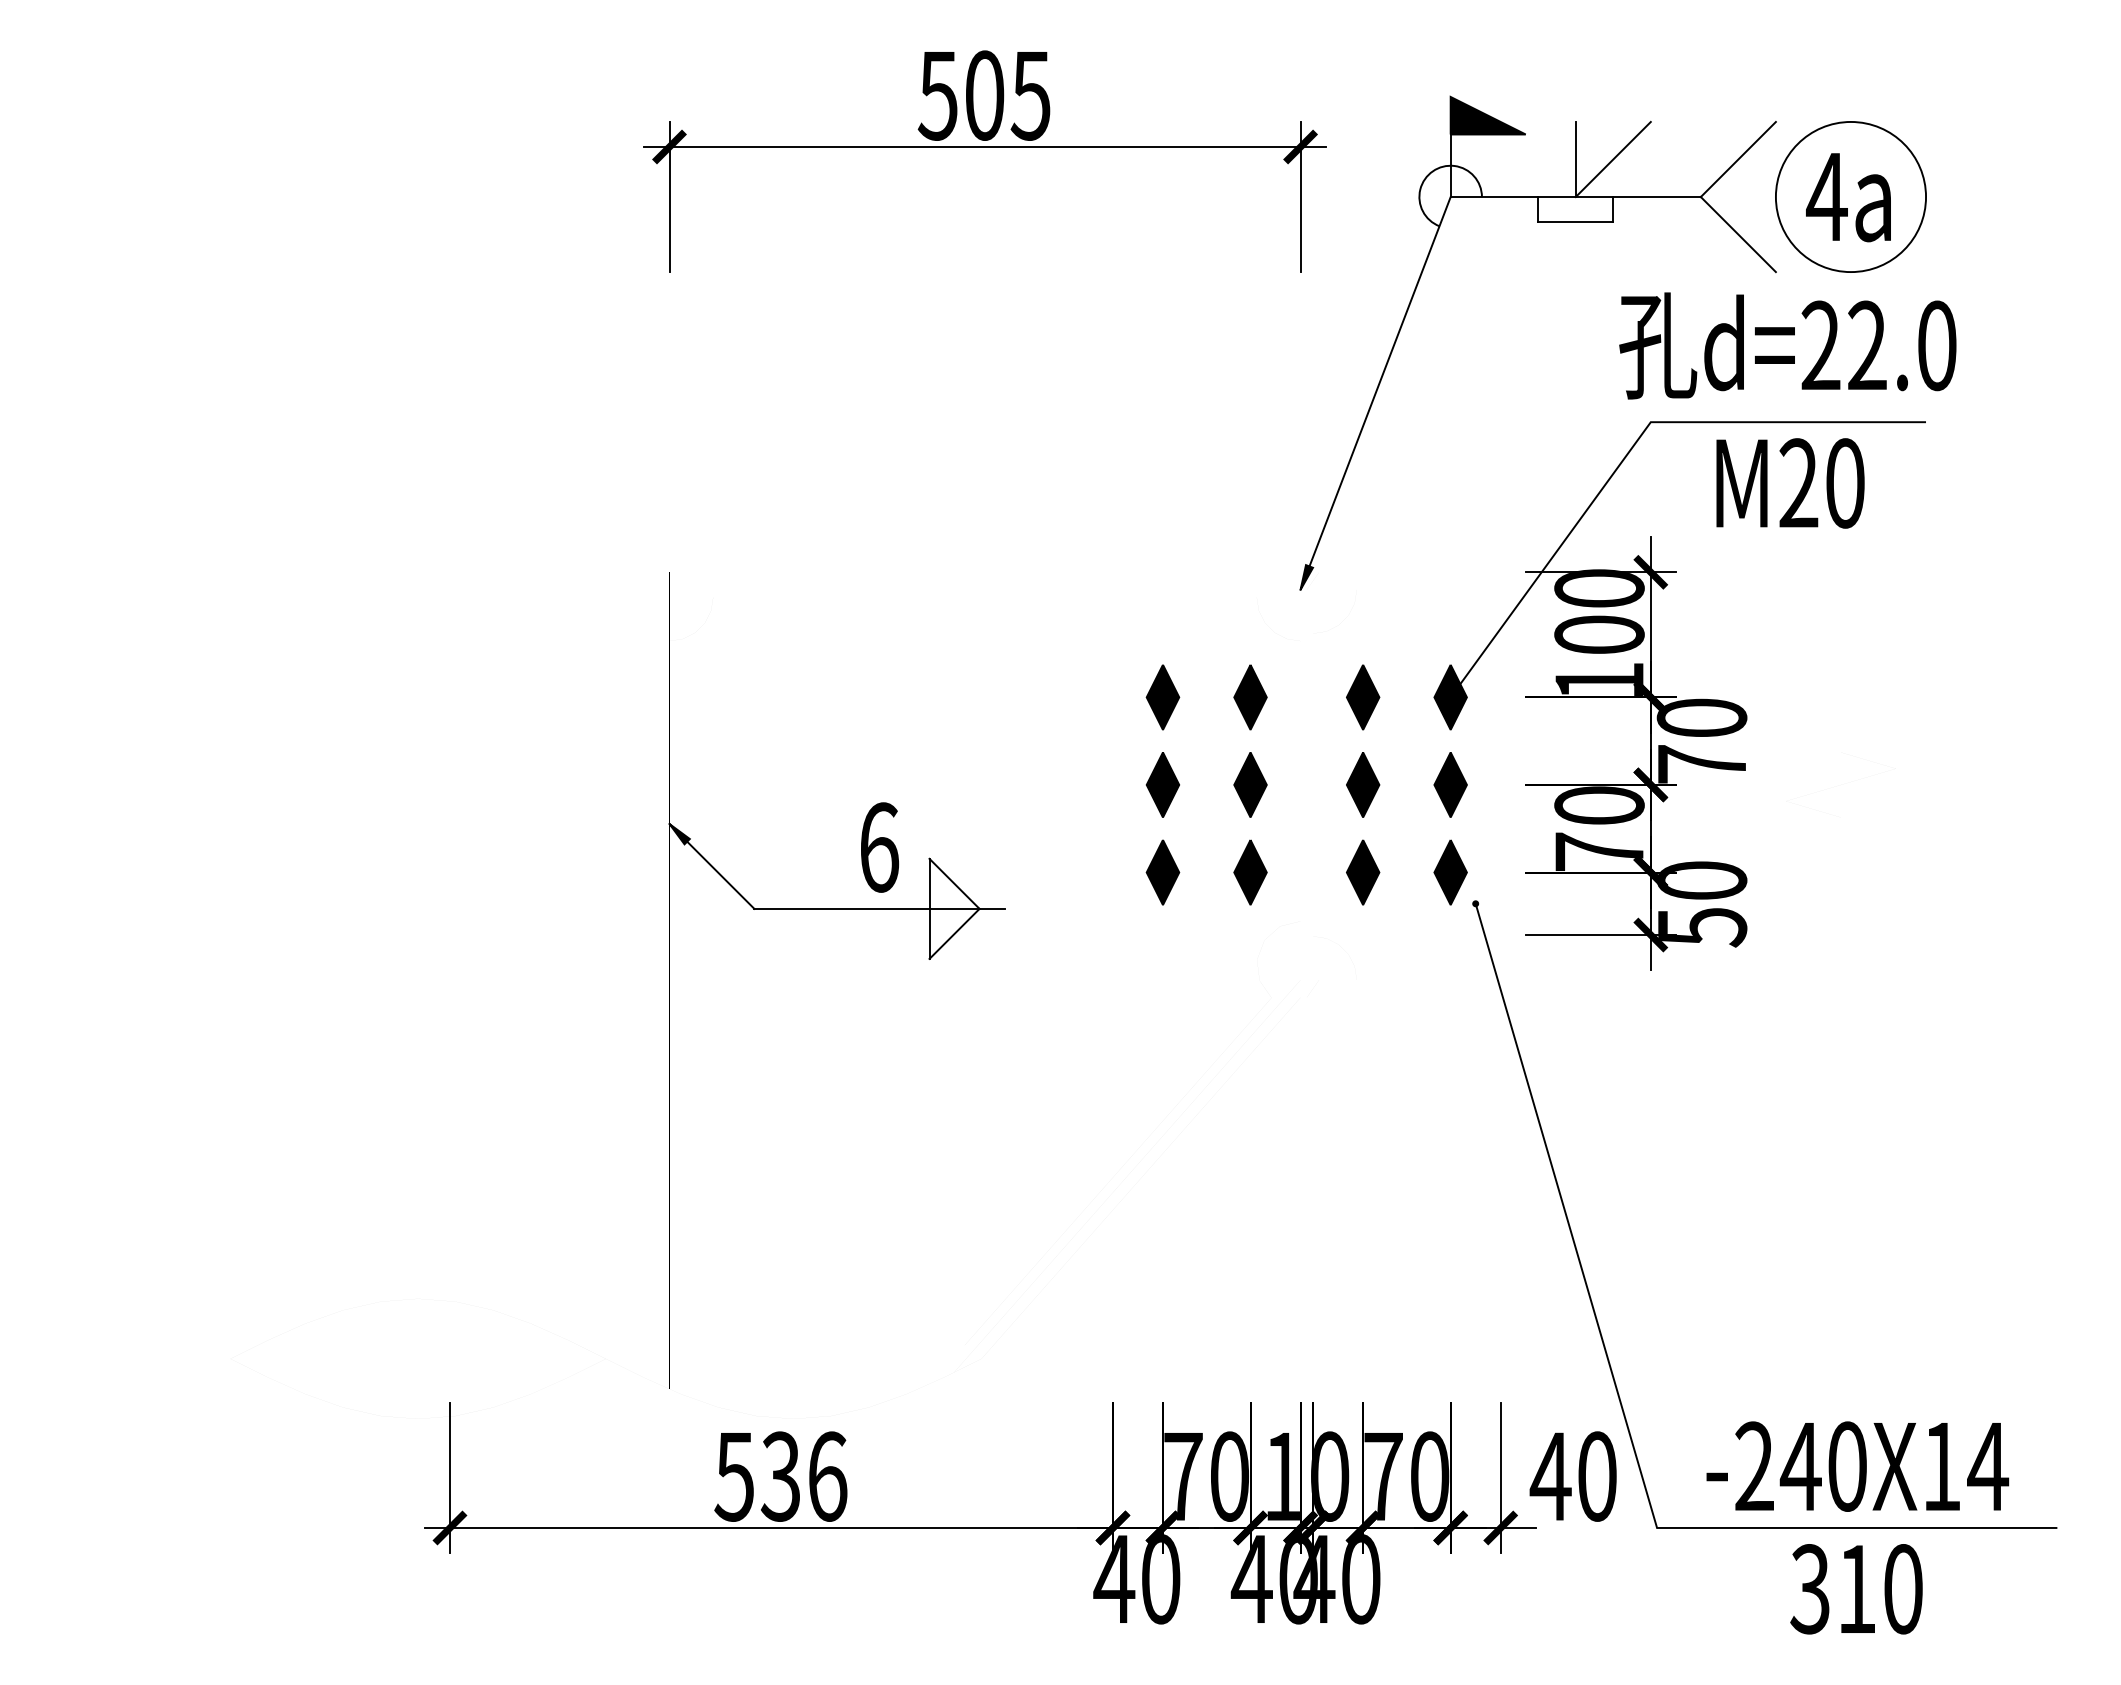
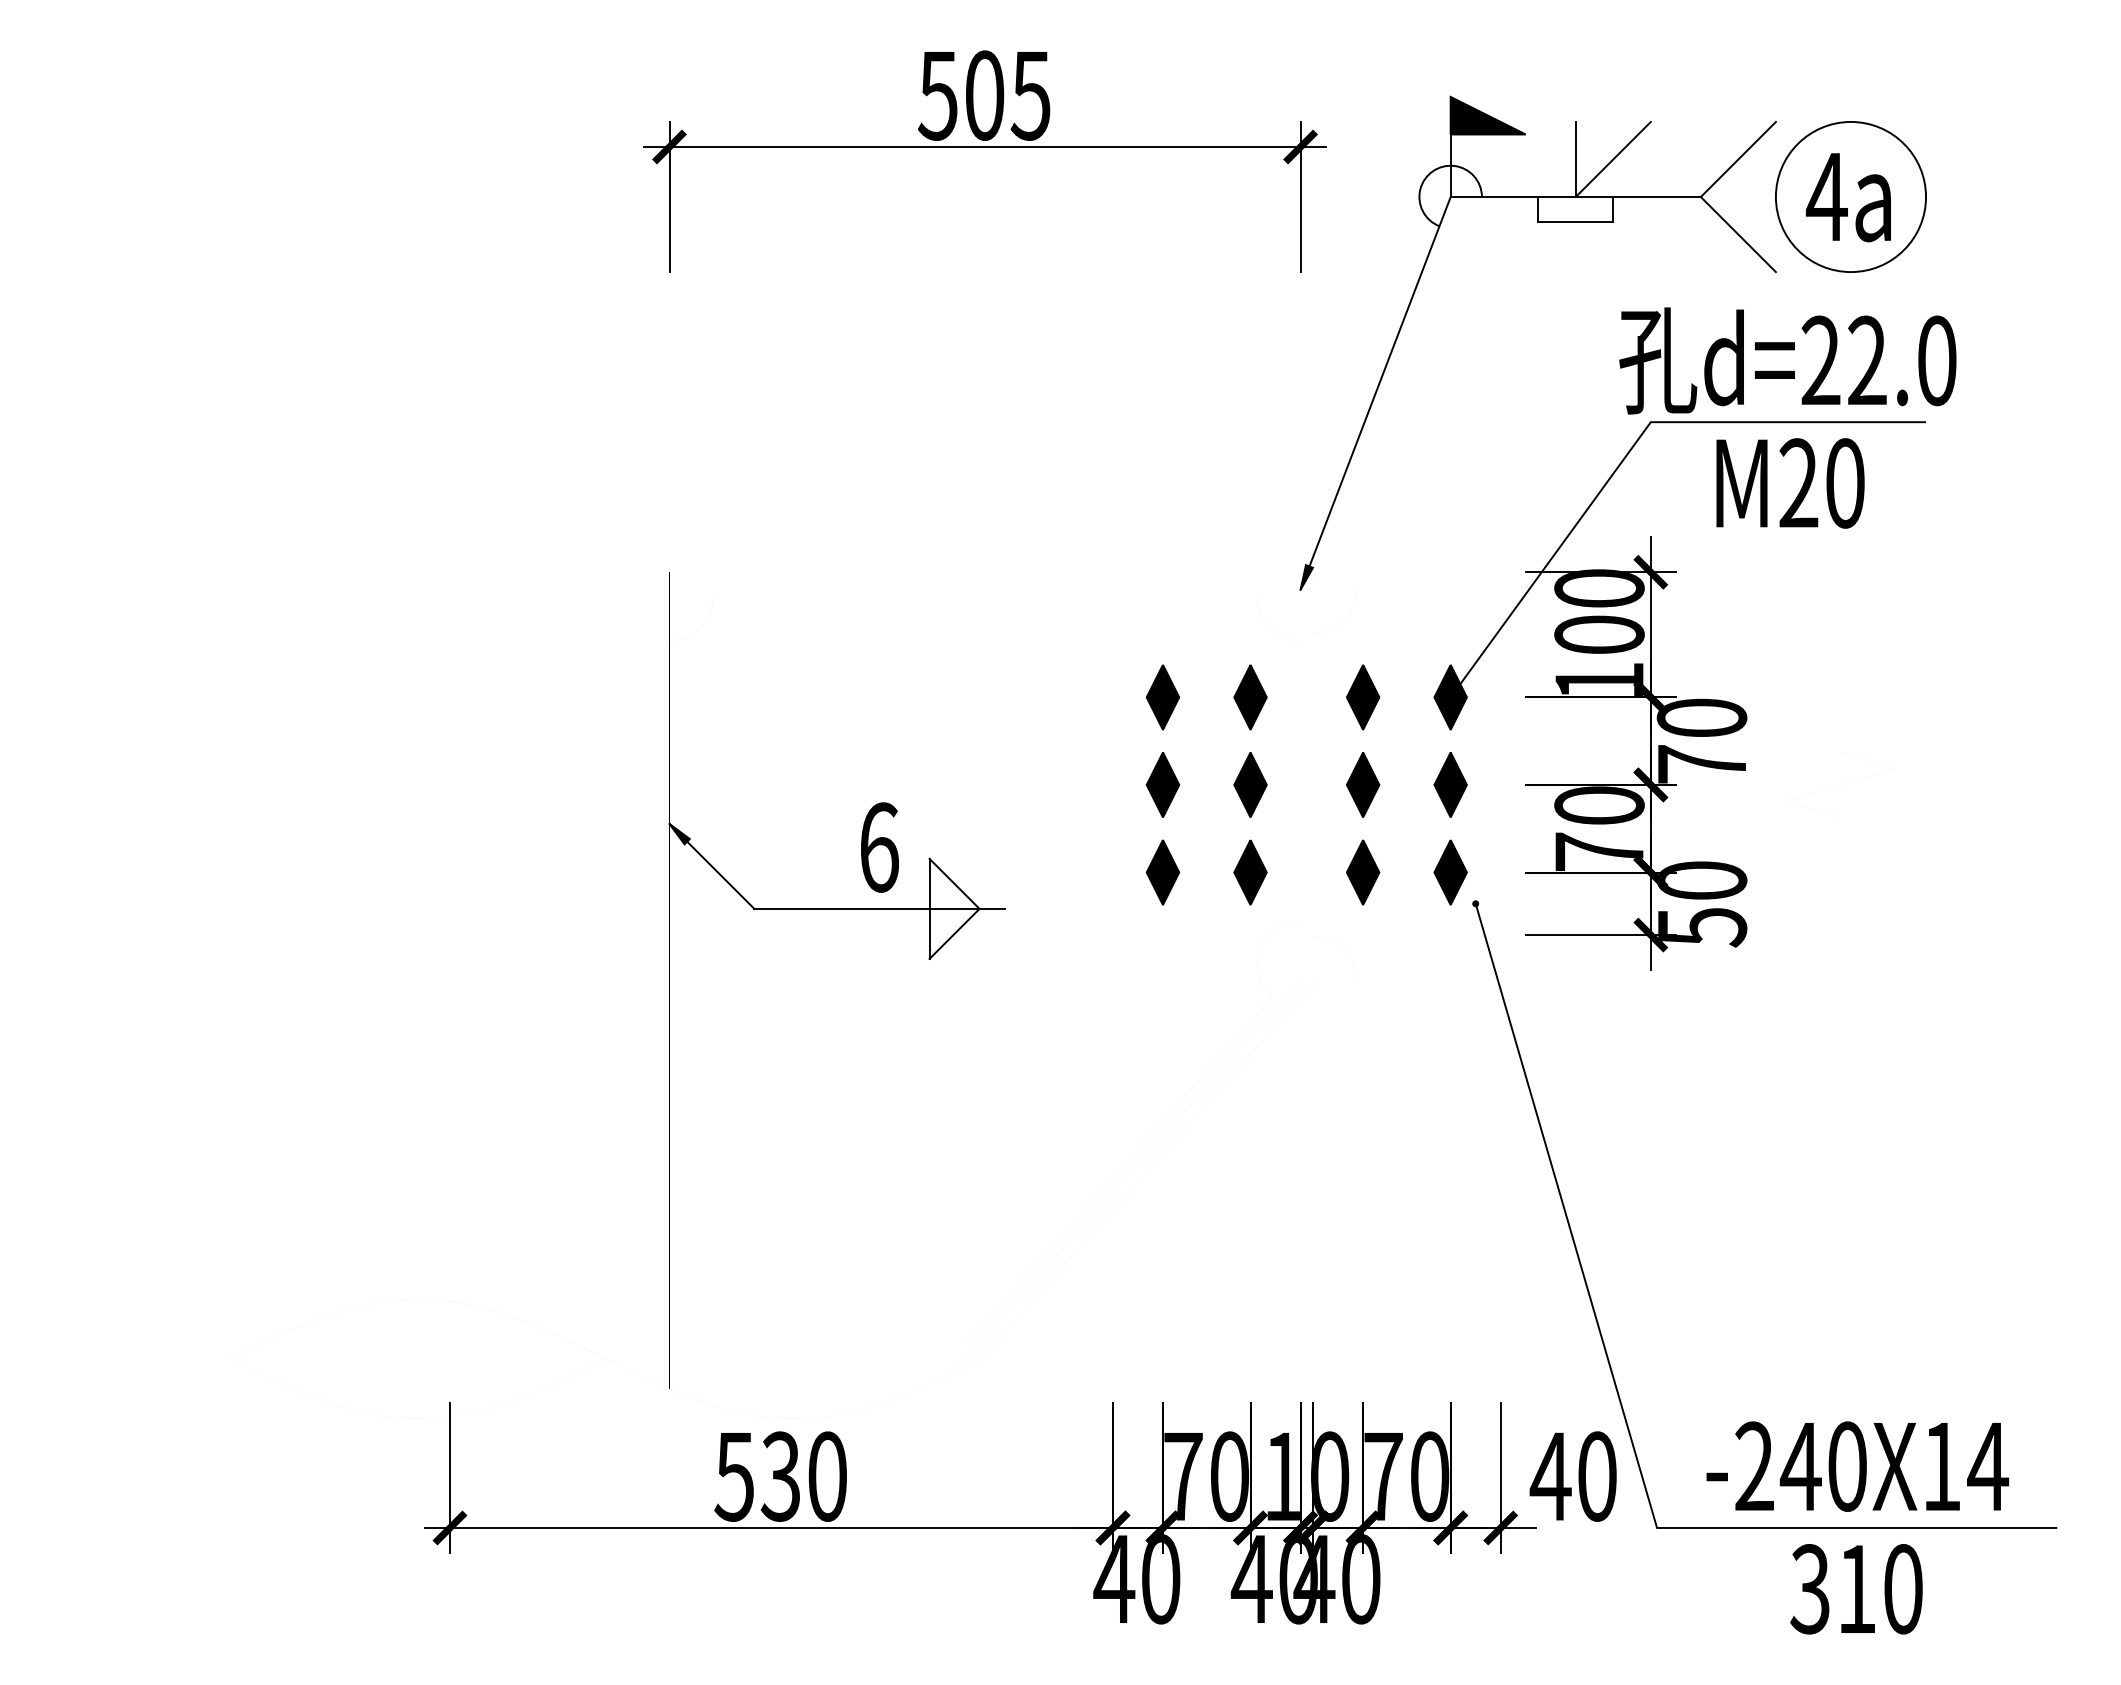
text at (1787, 345) position: (1787, 345) -> (1787, 360)
text at (827, 1476): 536 -> 530
